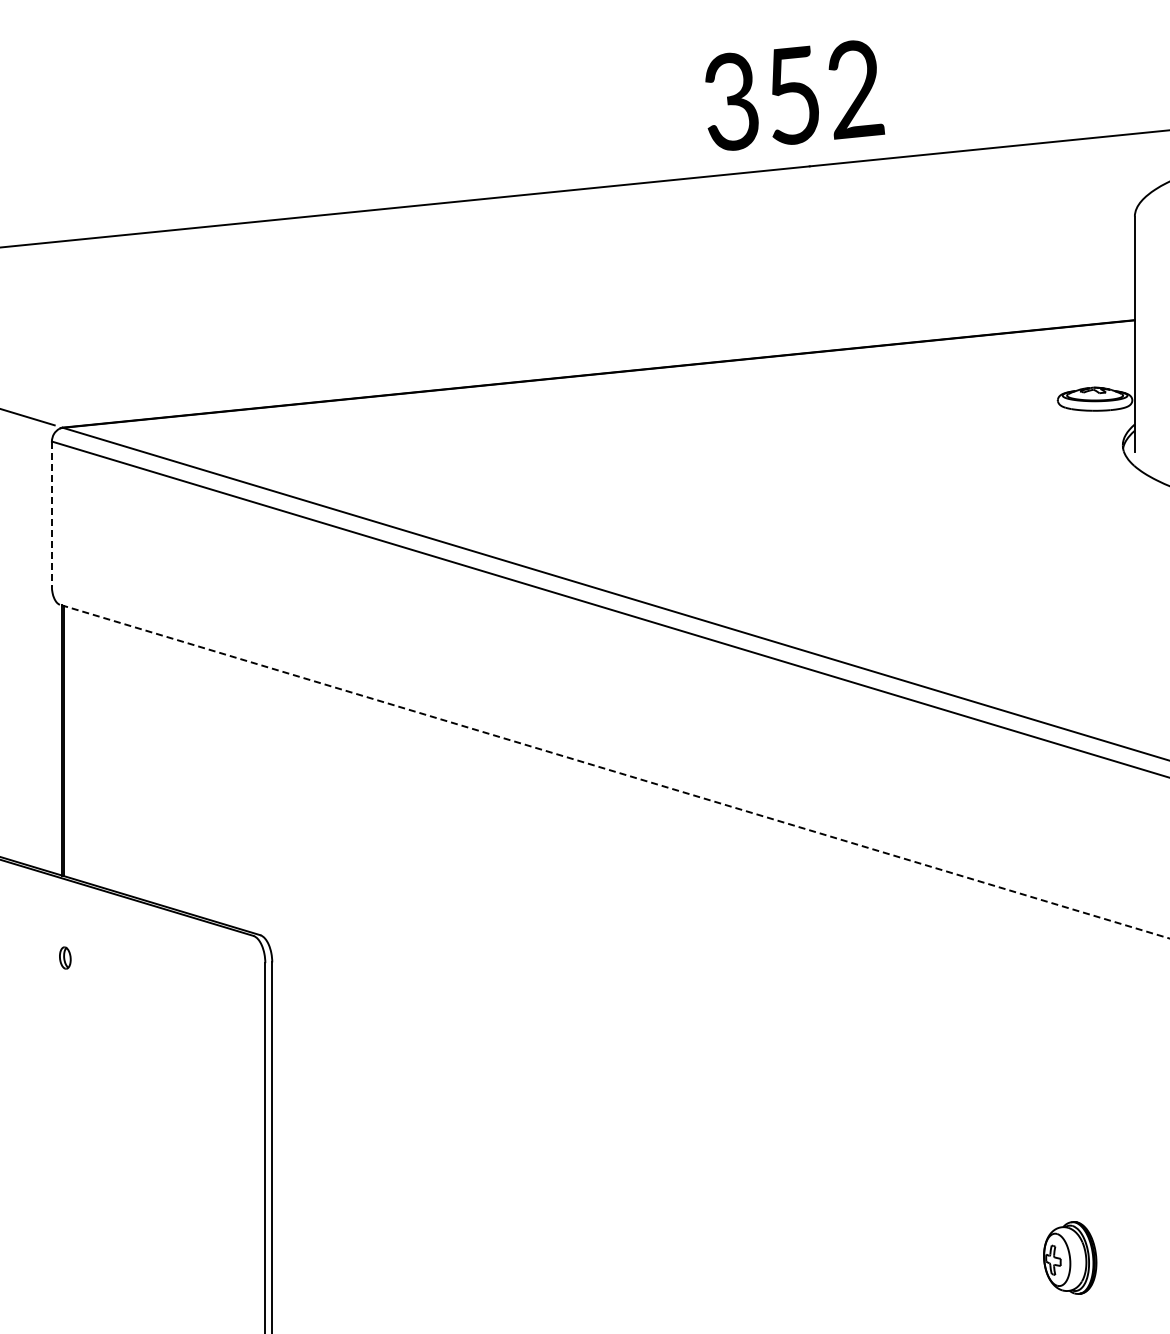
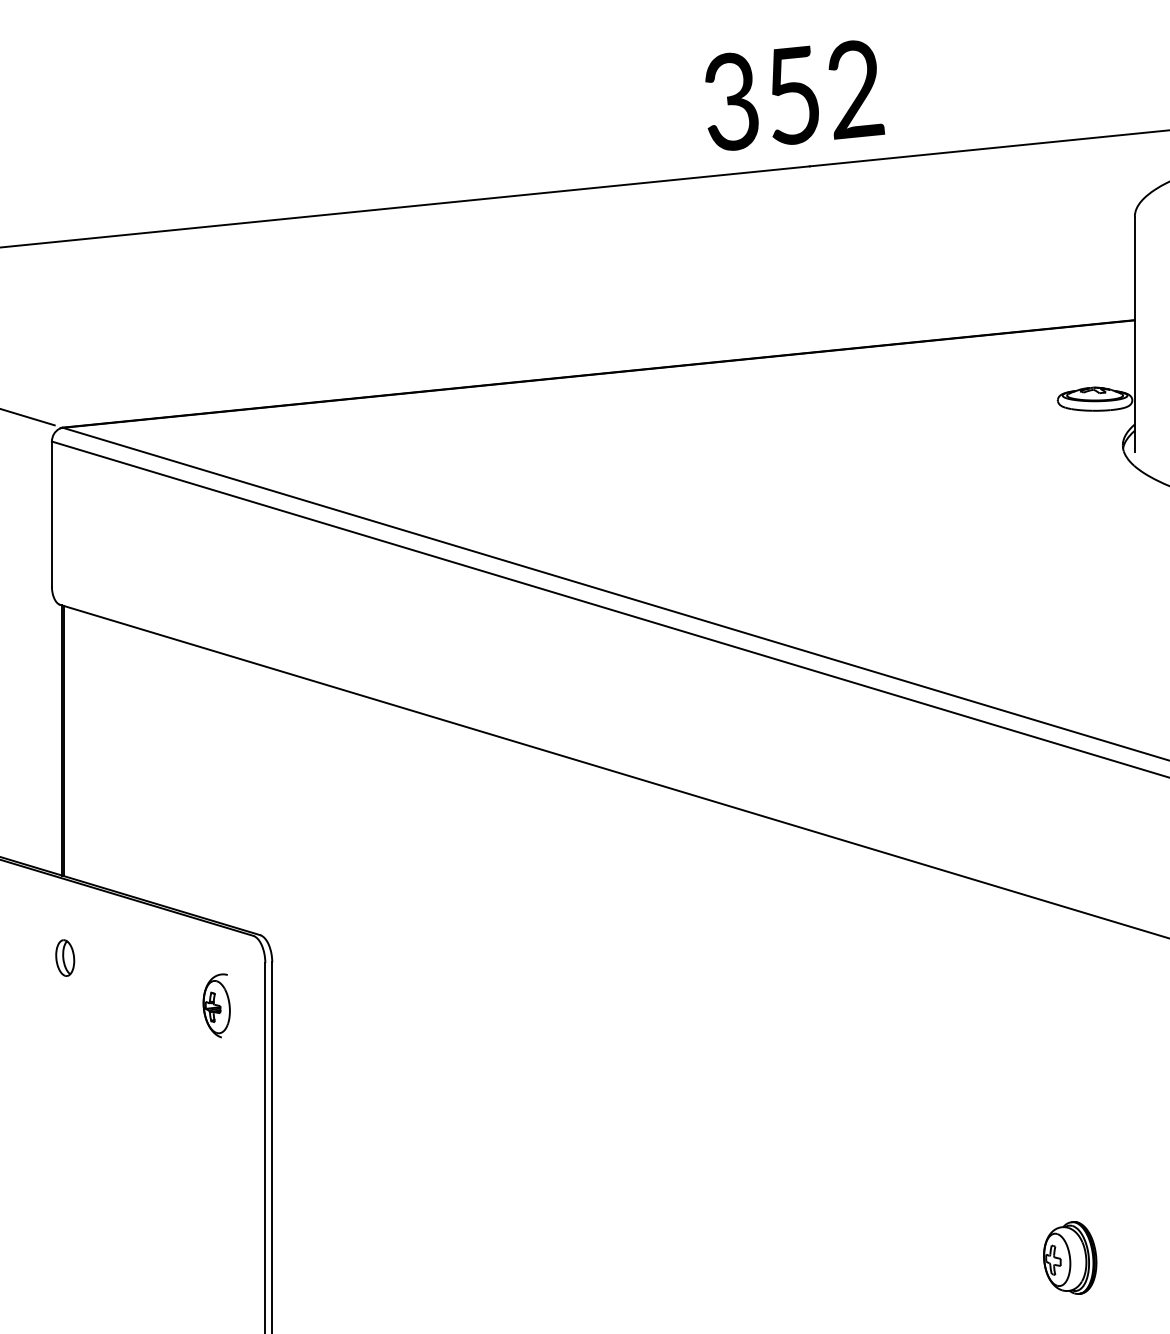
line at (51, 514): dashed -> solid
line at (614, 771): dashed -> solid
part at (65, 957) size: 13x24 px -> 21x38 px
part at (216, 1005): none -> present
